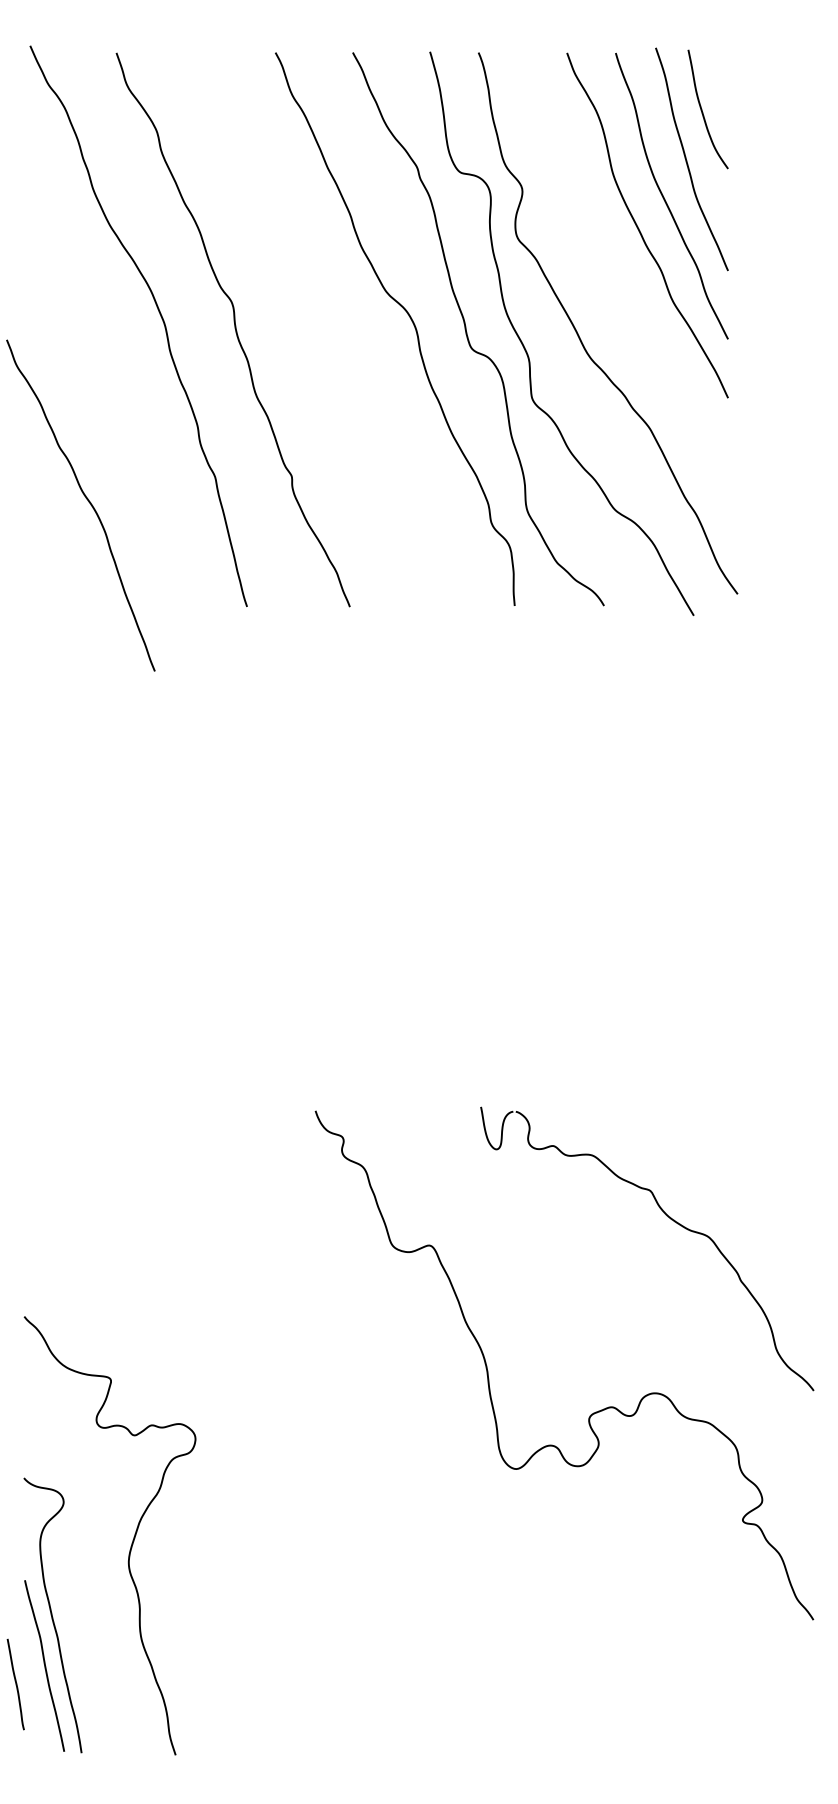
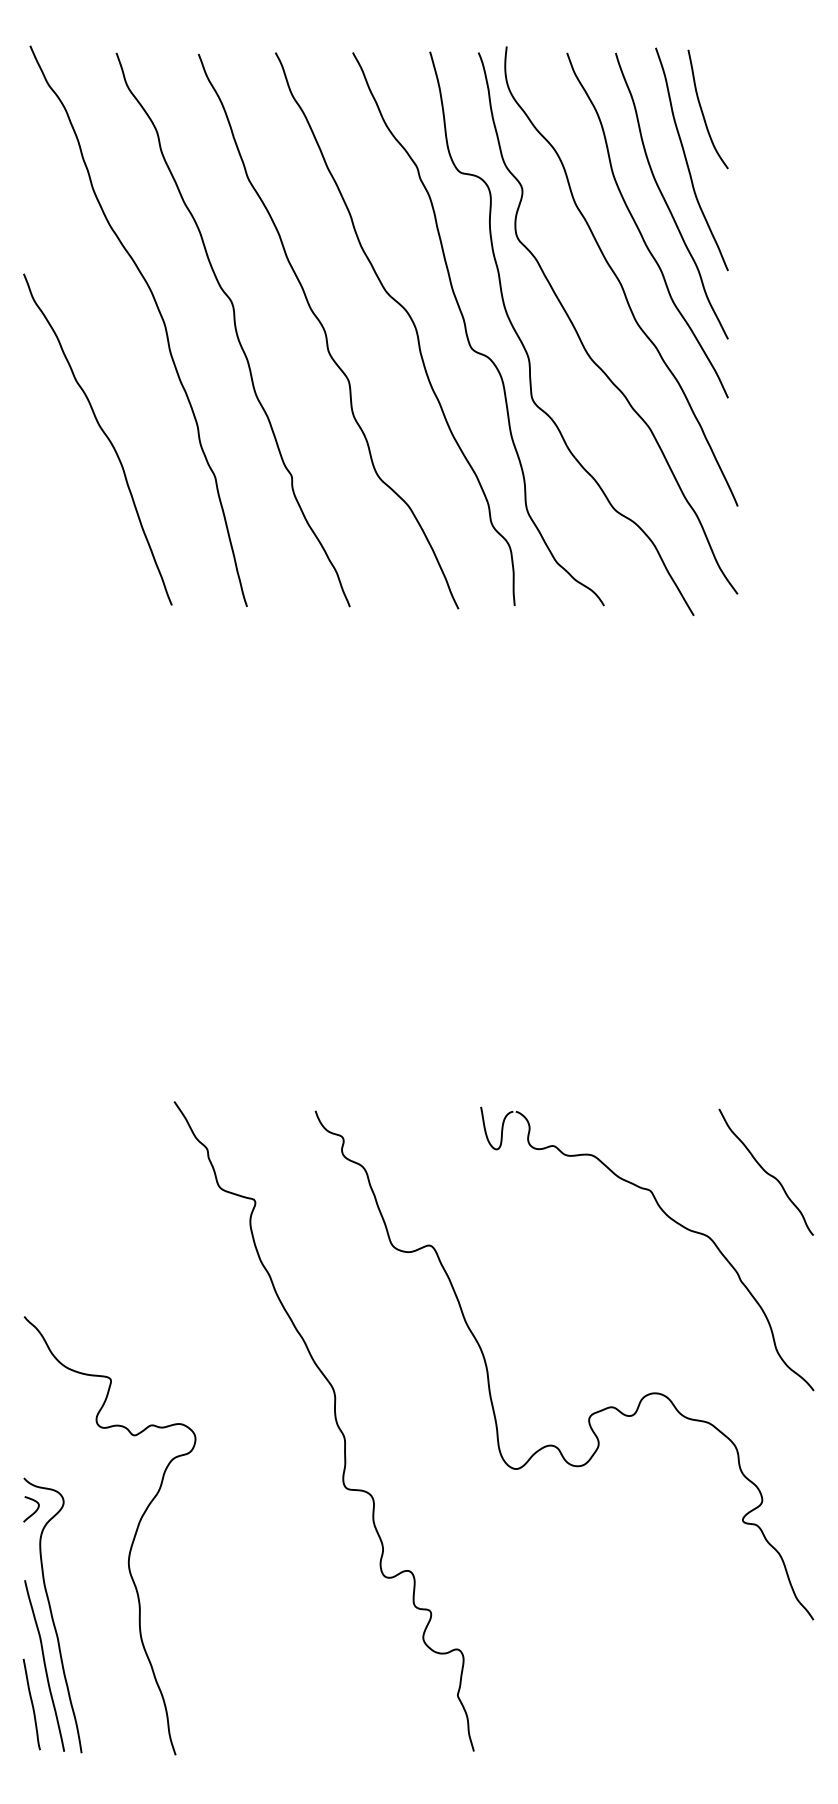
curve at (618, 277): none -> present
curve at (326, 332): none -> present
curve at (86, 499) position: (86, 499) -> (103, 433)
curve at (765, 1171): none -> present
curve at (335, 1422): none -> present
curve at (34, 1511): none -> present
curve at (15, 1684) position: (15, 1684) -> (31, 1704)
